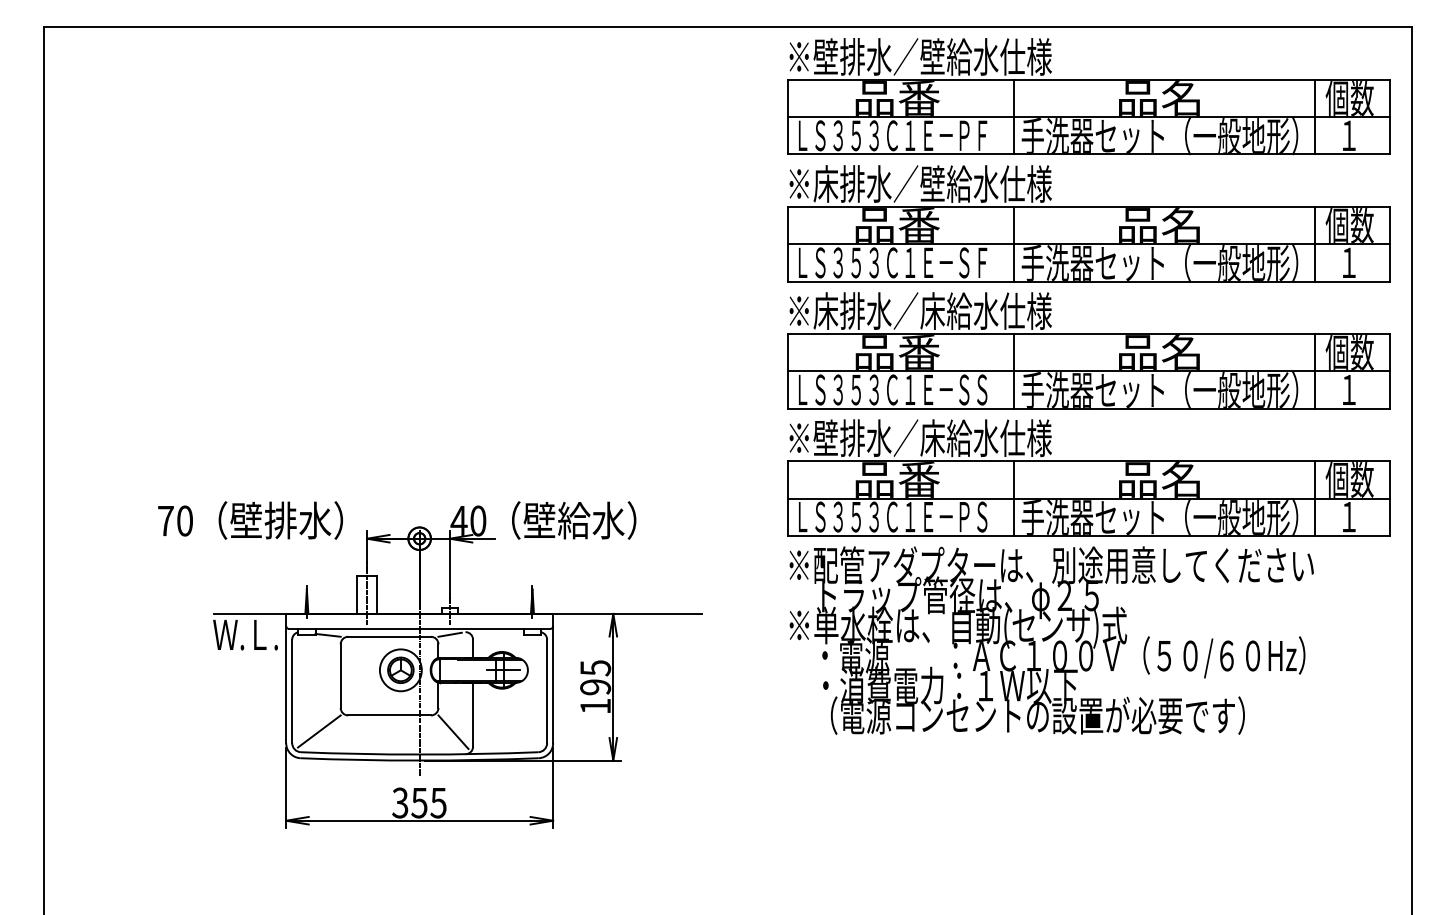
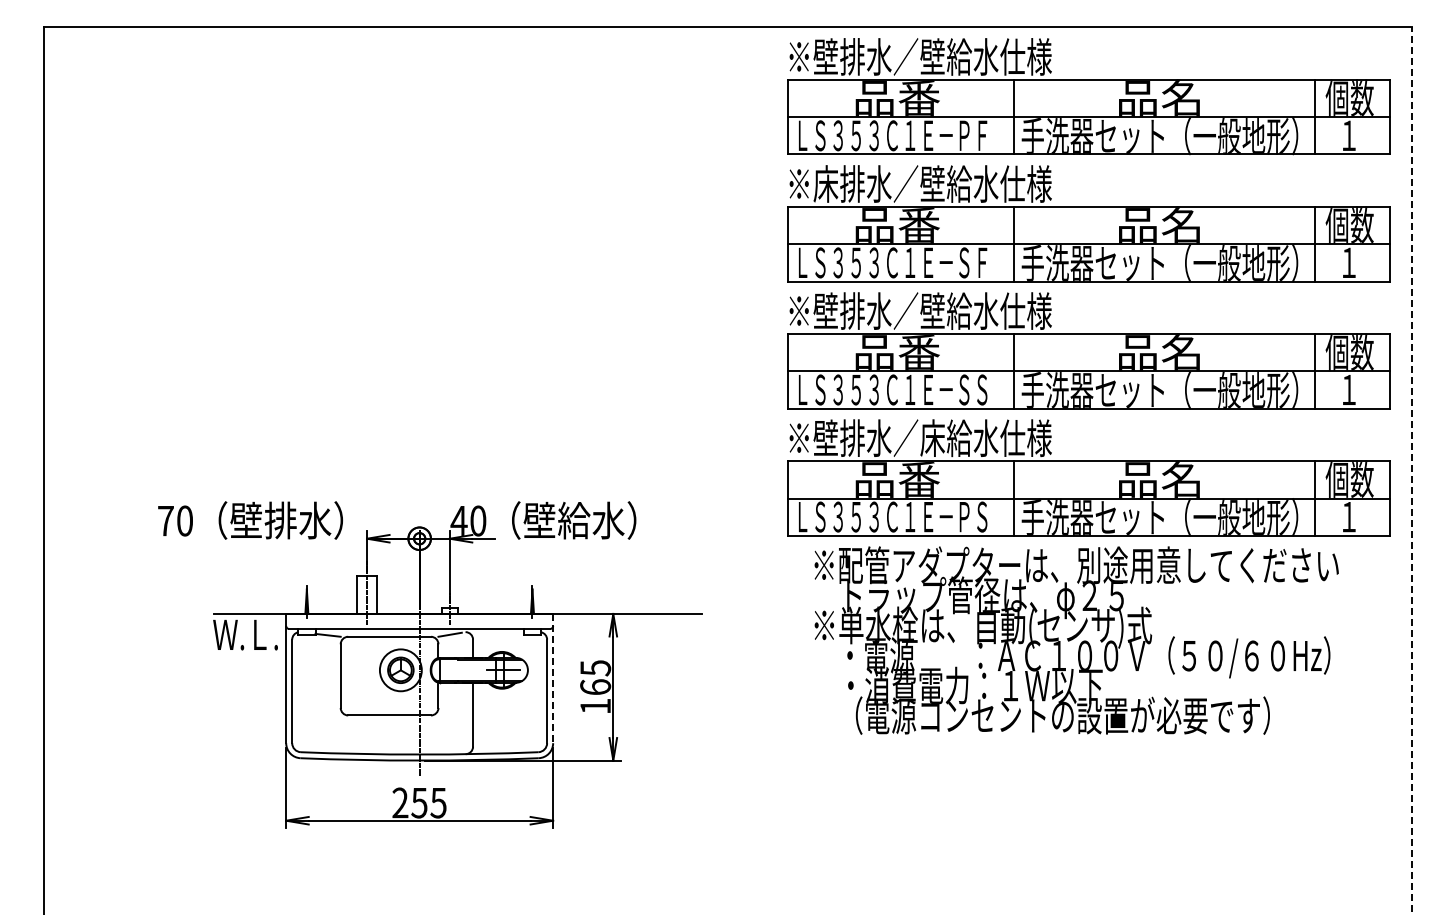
text at (878, 310): ※床排水／床給水仕様 -> ※壁排水／壁給水仕様
line at (1412, 470): solid -> dashed
text at (1051, 640) position: (1051, 640) -> (1076, 640)
line at (553, 678): solid -> dashed
text at (595, 687): 195 -> 165
line at (319, 731): present -> none
line at (453, 732): present -> none
text at (400, 803): 355 -> 255
